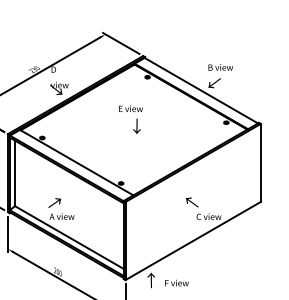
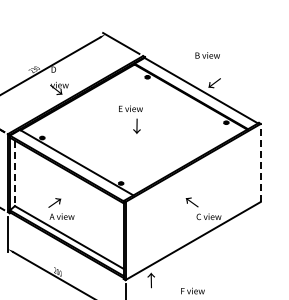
text at (220, 67) position: (220, 67) -> (207, 55)
line at (260, 162): solid -> dashed
line at (14, 173): solid -> dashed
text at (176, 282) position: (176, 282) -> (192, 290)
